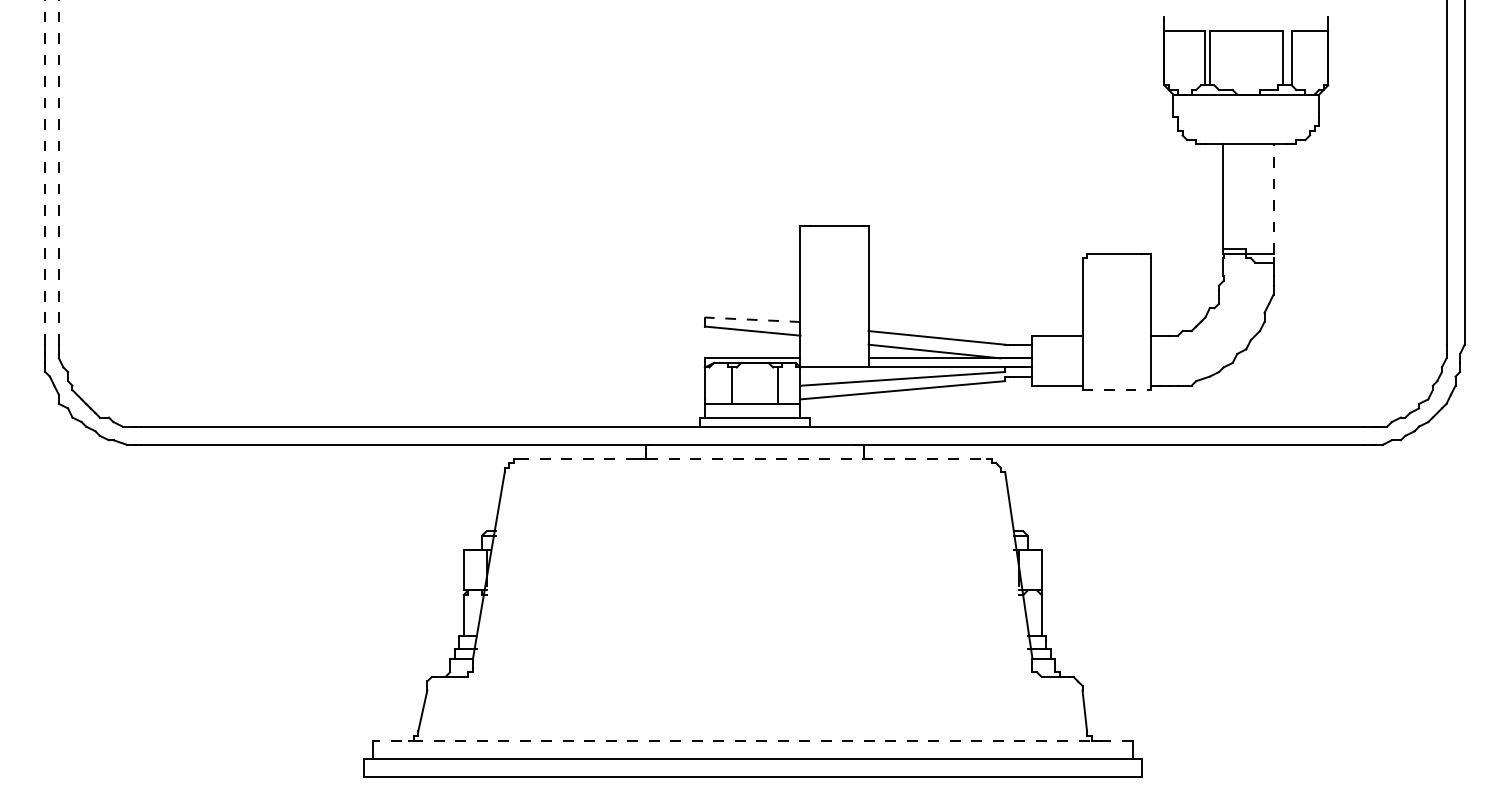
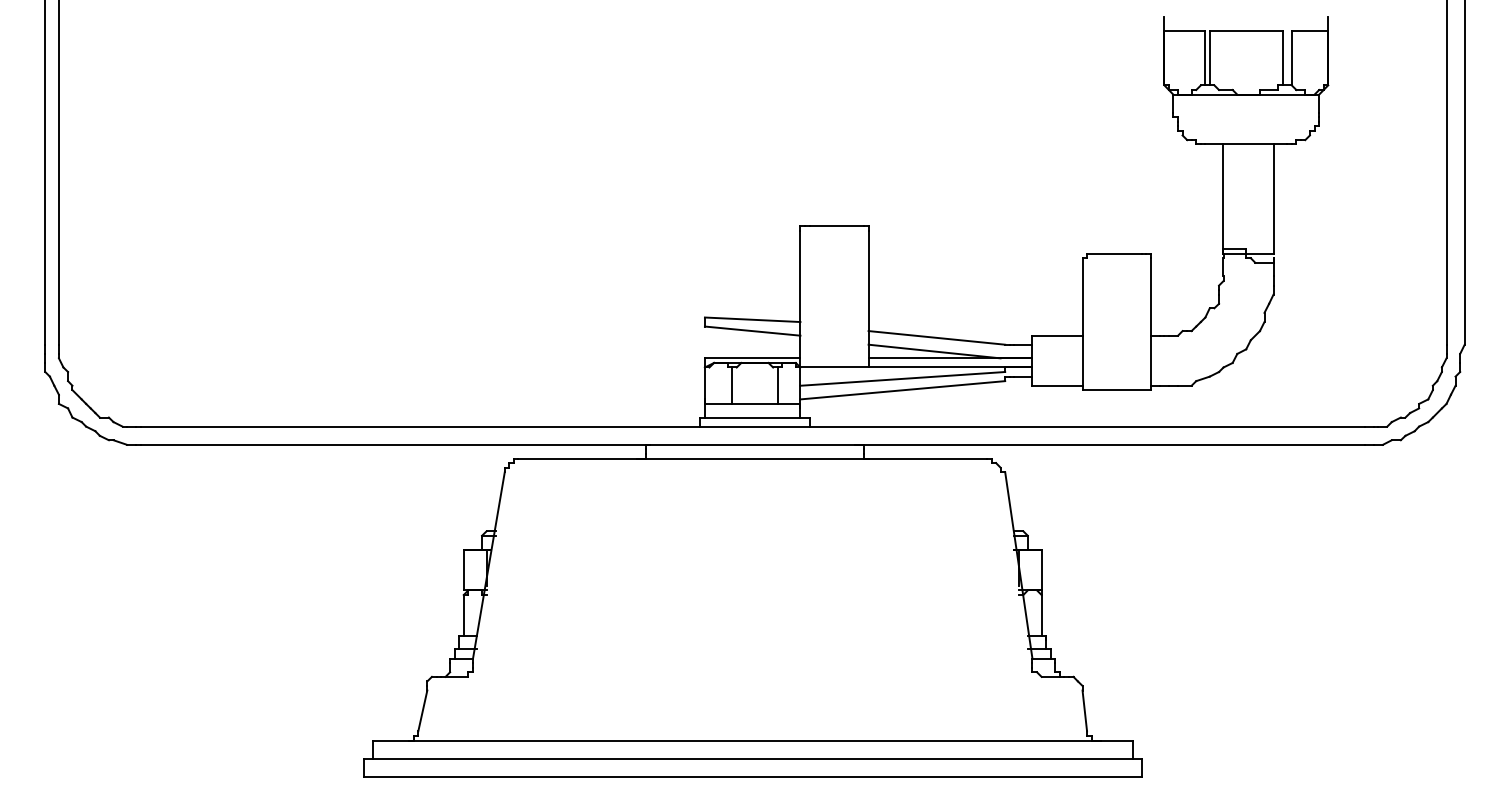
line at (45, 172): dashed -> solid
line at (58, 172): dashed -> solid
line at (1273, 199): dashed -> solid
line at (752, 319): dashed -> solid
line at (1117, 390): dashed -> solid
line at (753, 458): dashed -> solid
line at (752, 740): dashed -> solid
